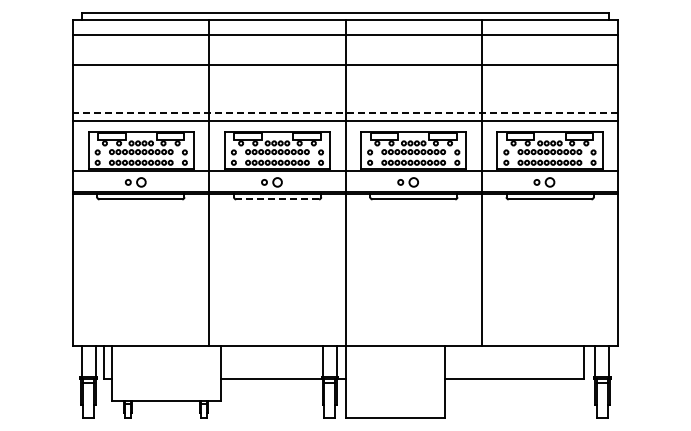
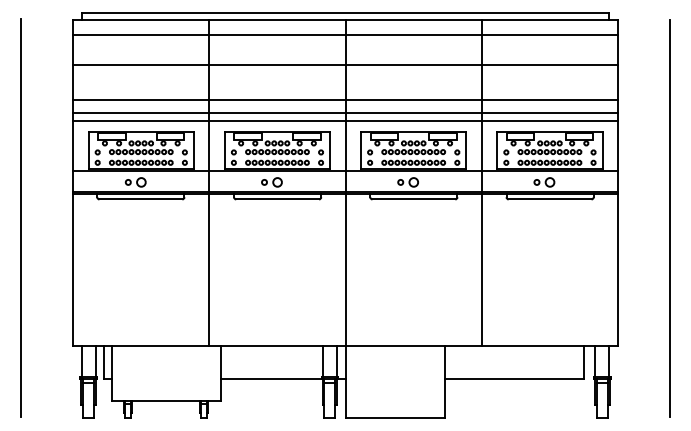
line at (345, 99): none -> present
line at (345, 113): dashed -> solid
line at (277, 199): dashed -> solid
line at (20, 217): none -> present
line at (670, 218): none -> present
